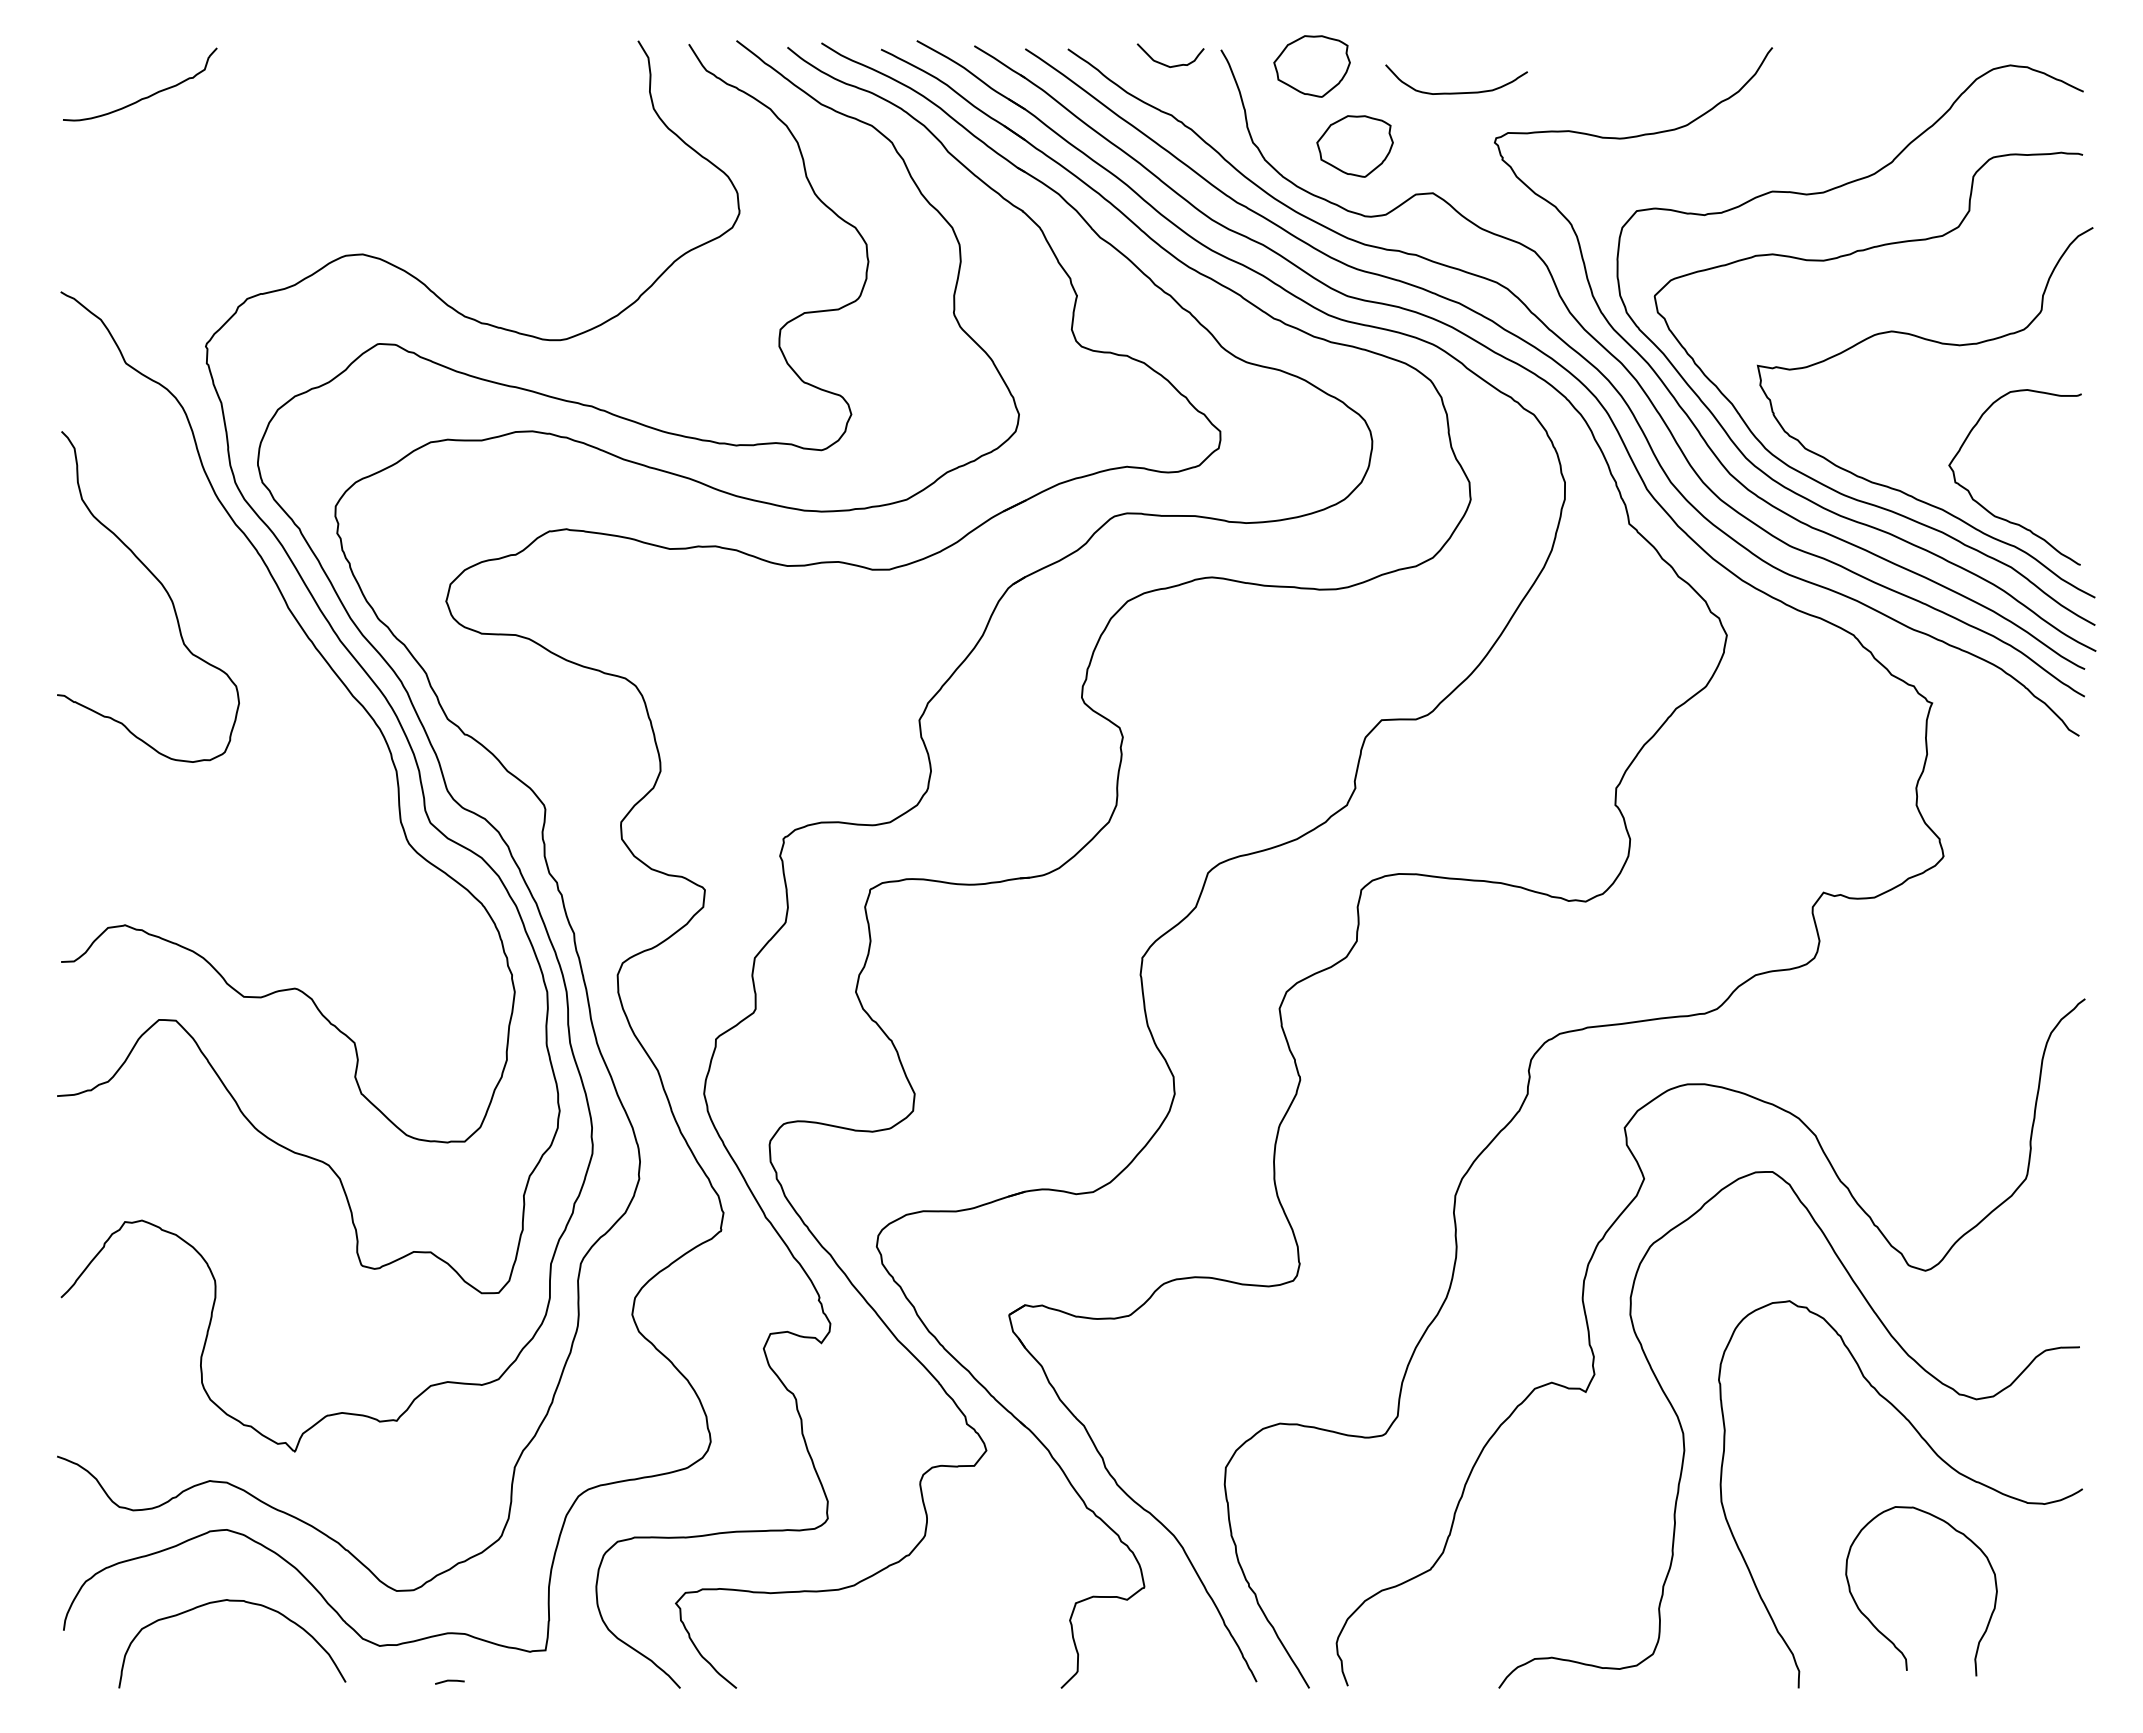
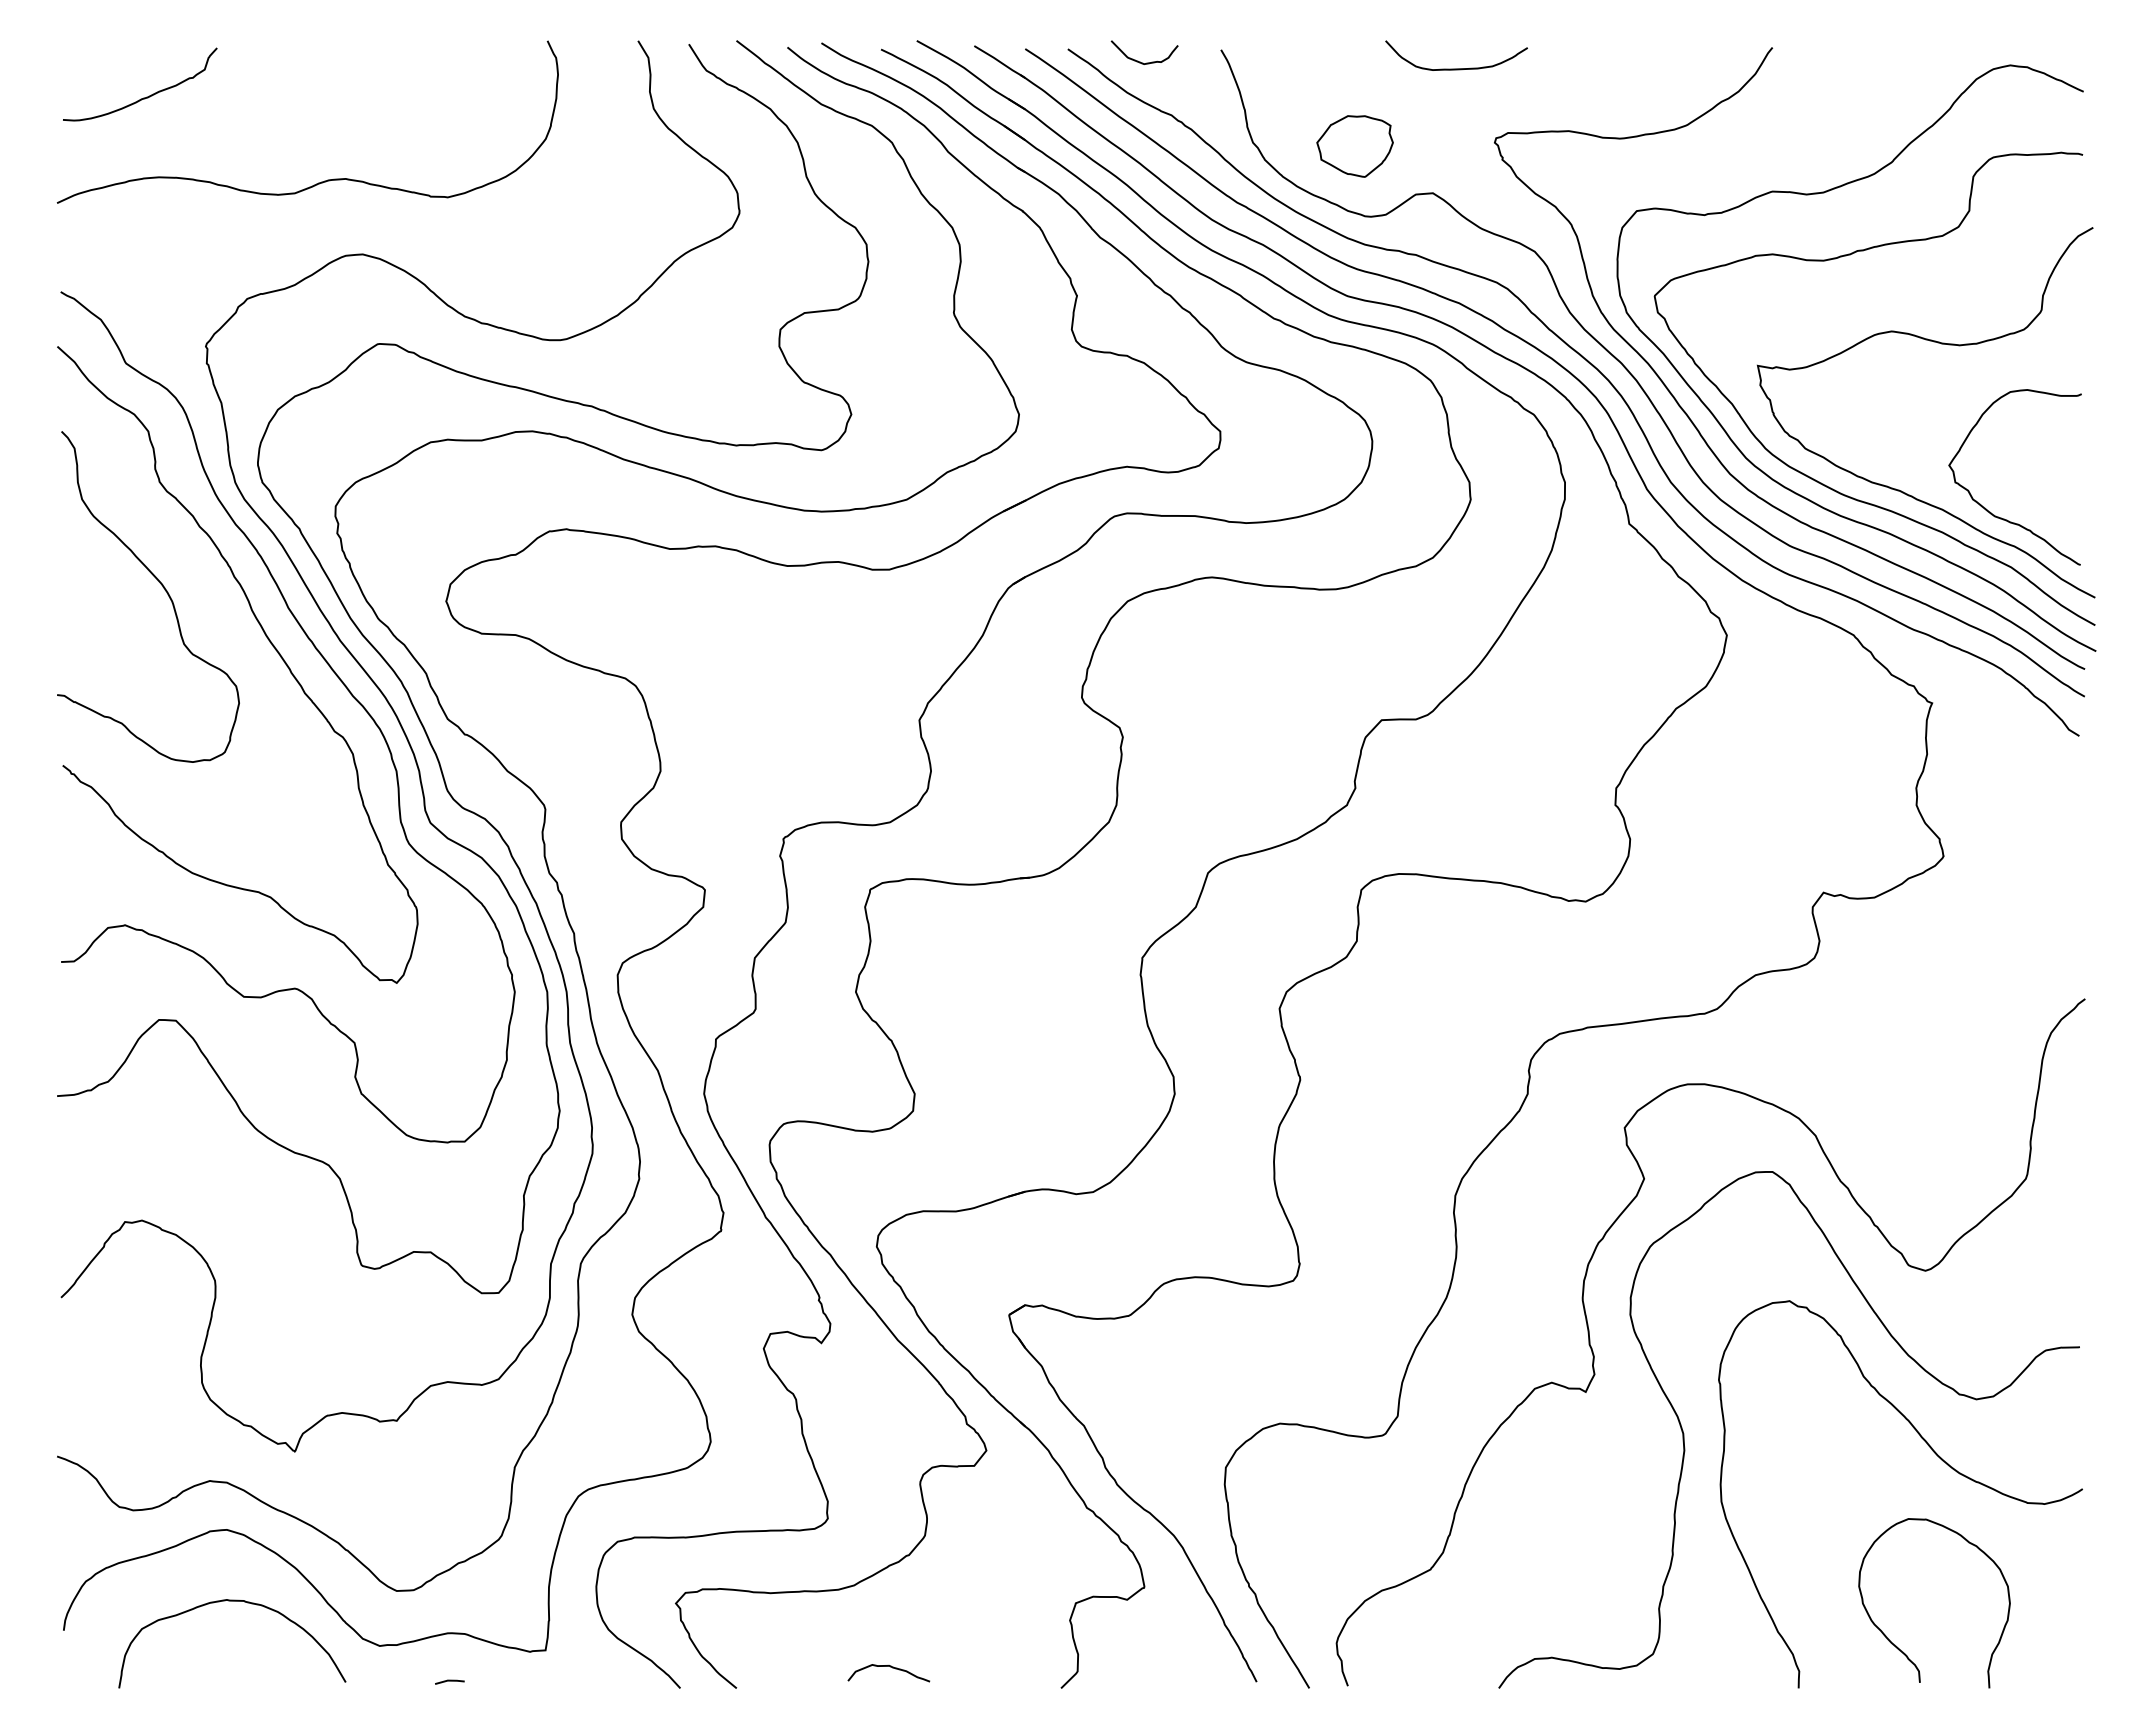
curve at (1166, 64) position: (1166, 64) -> (1140, 61)
part at (1311, 66): present -> none
curve at (1456, 92) position: (1456, 92) -> (1456, 68)
curve at (327, 179): none -> present
curve at (269, 642): none -> present
curve at (1883, 1633) position: (1883, 1633) -> (1896, 1645)
curve at (890, 1667): none -> present
